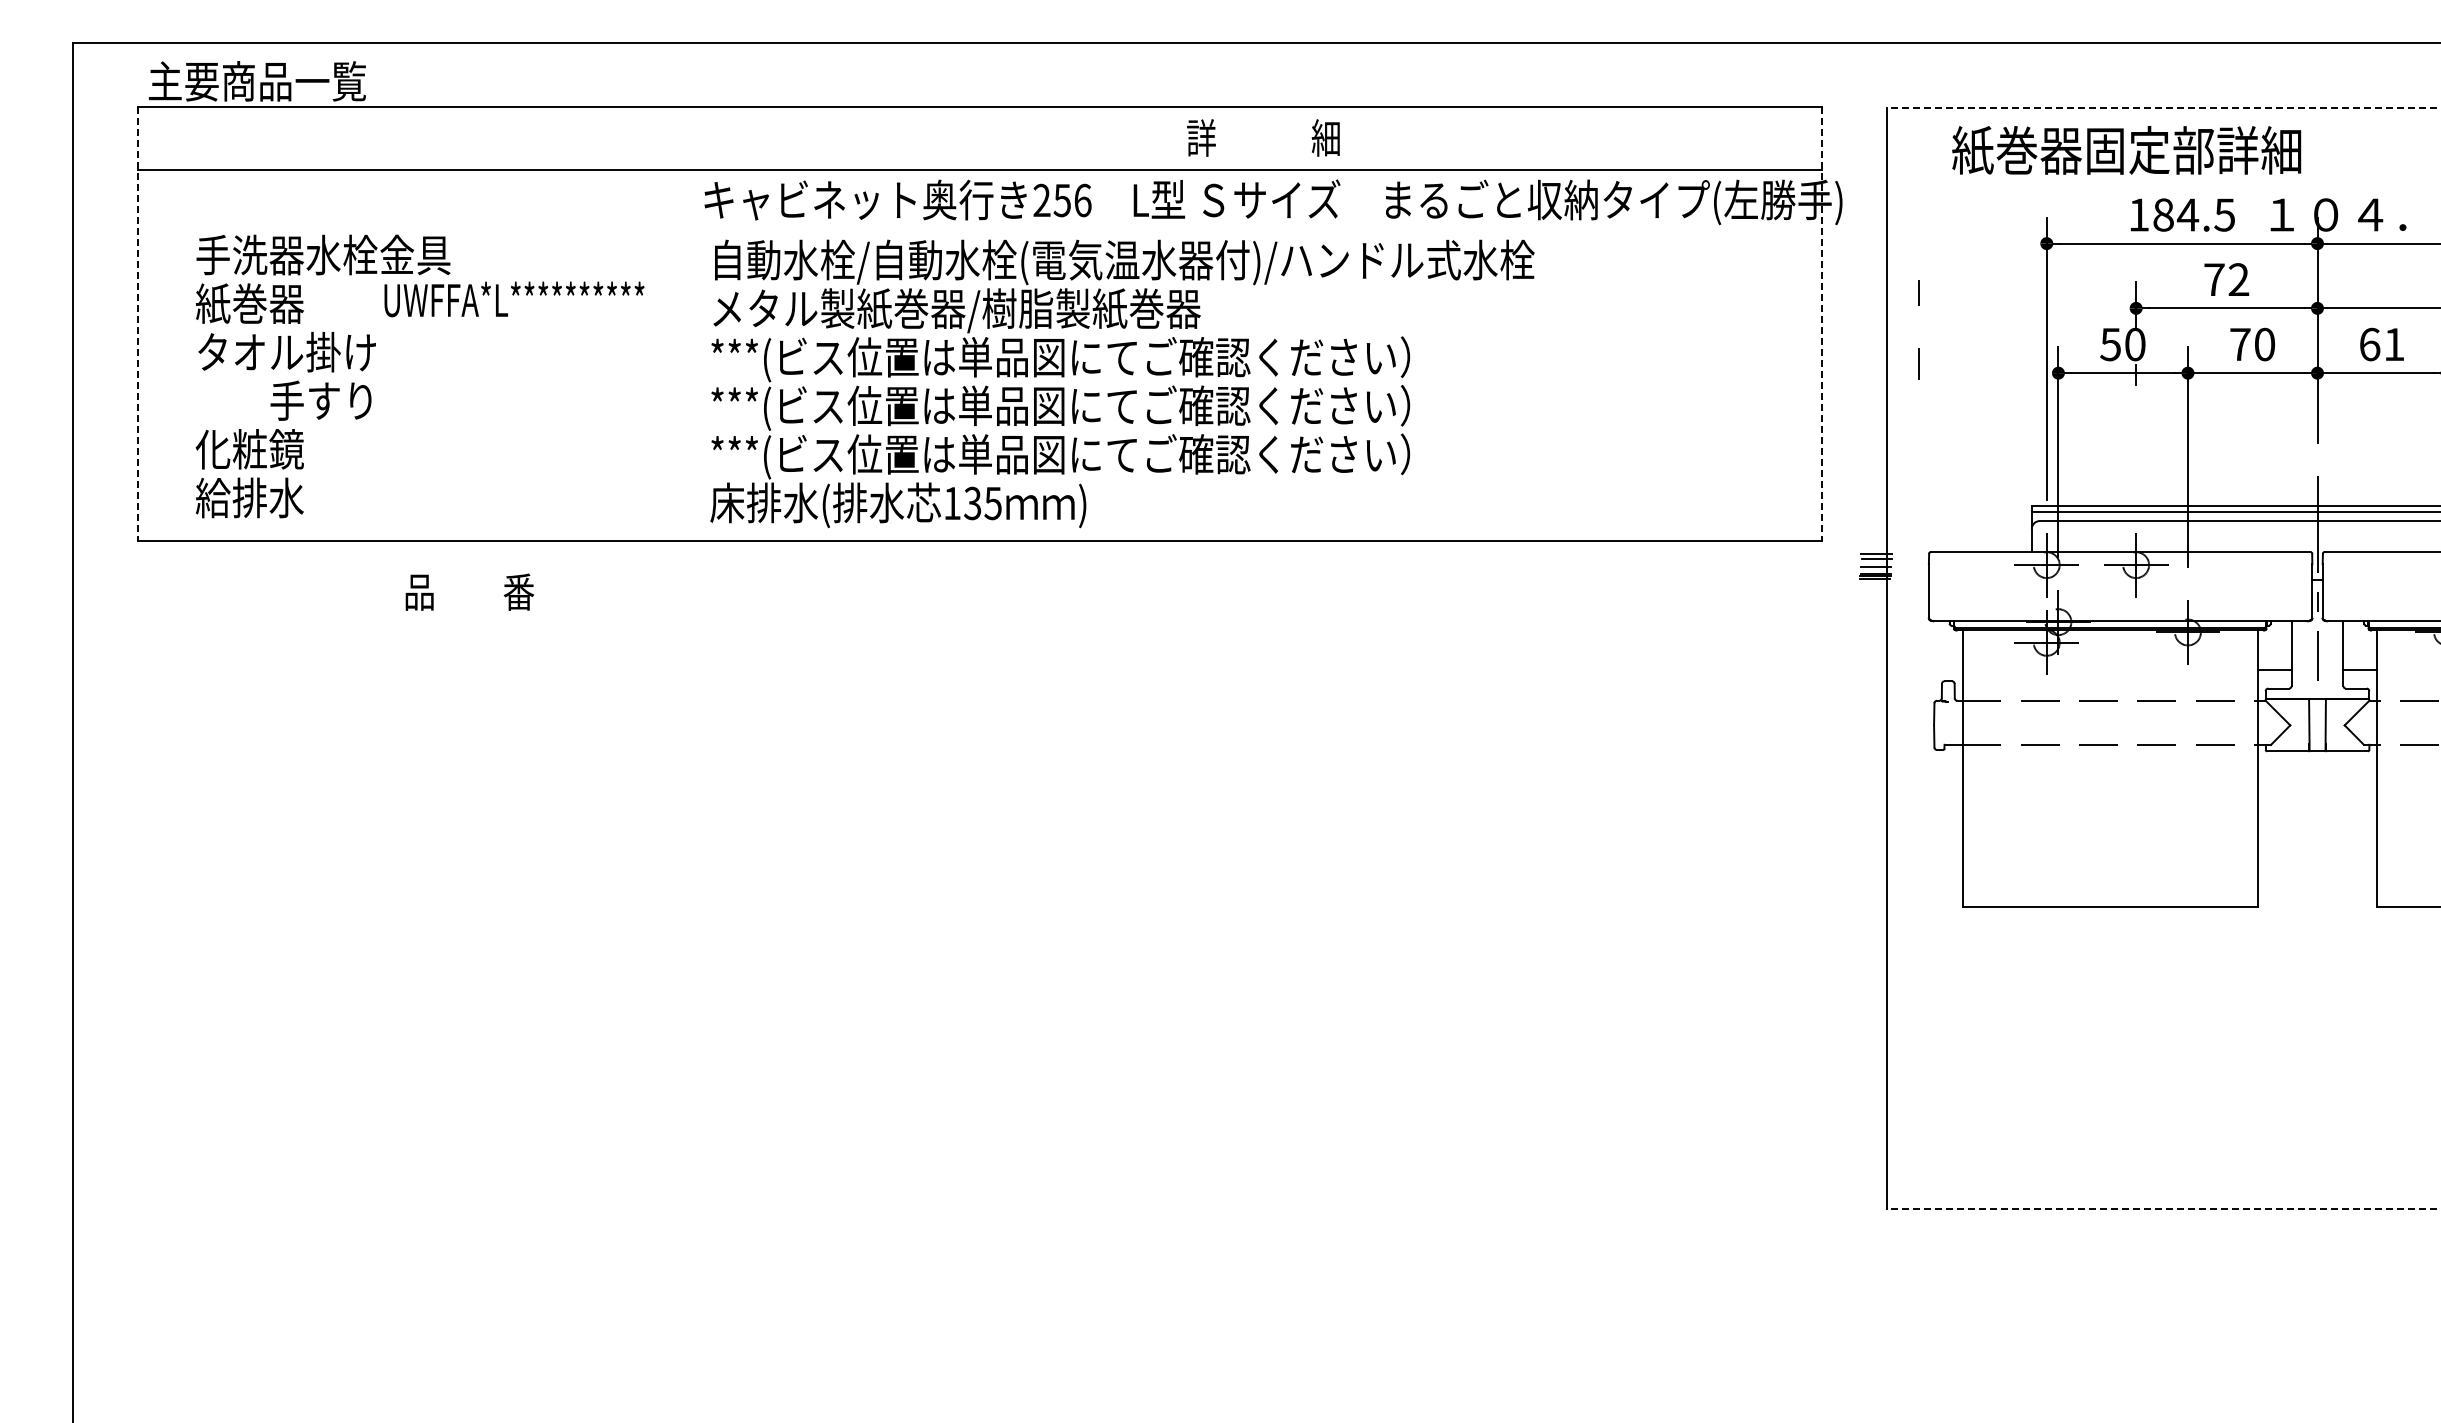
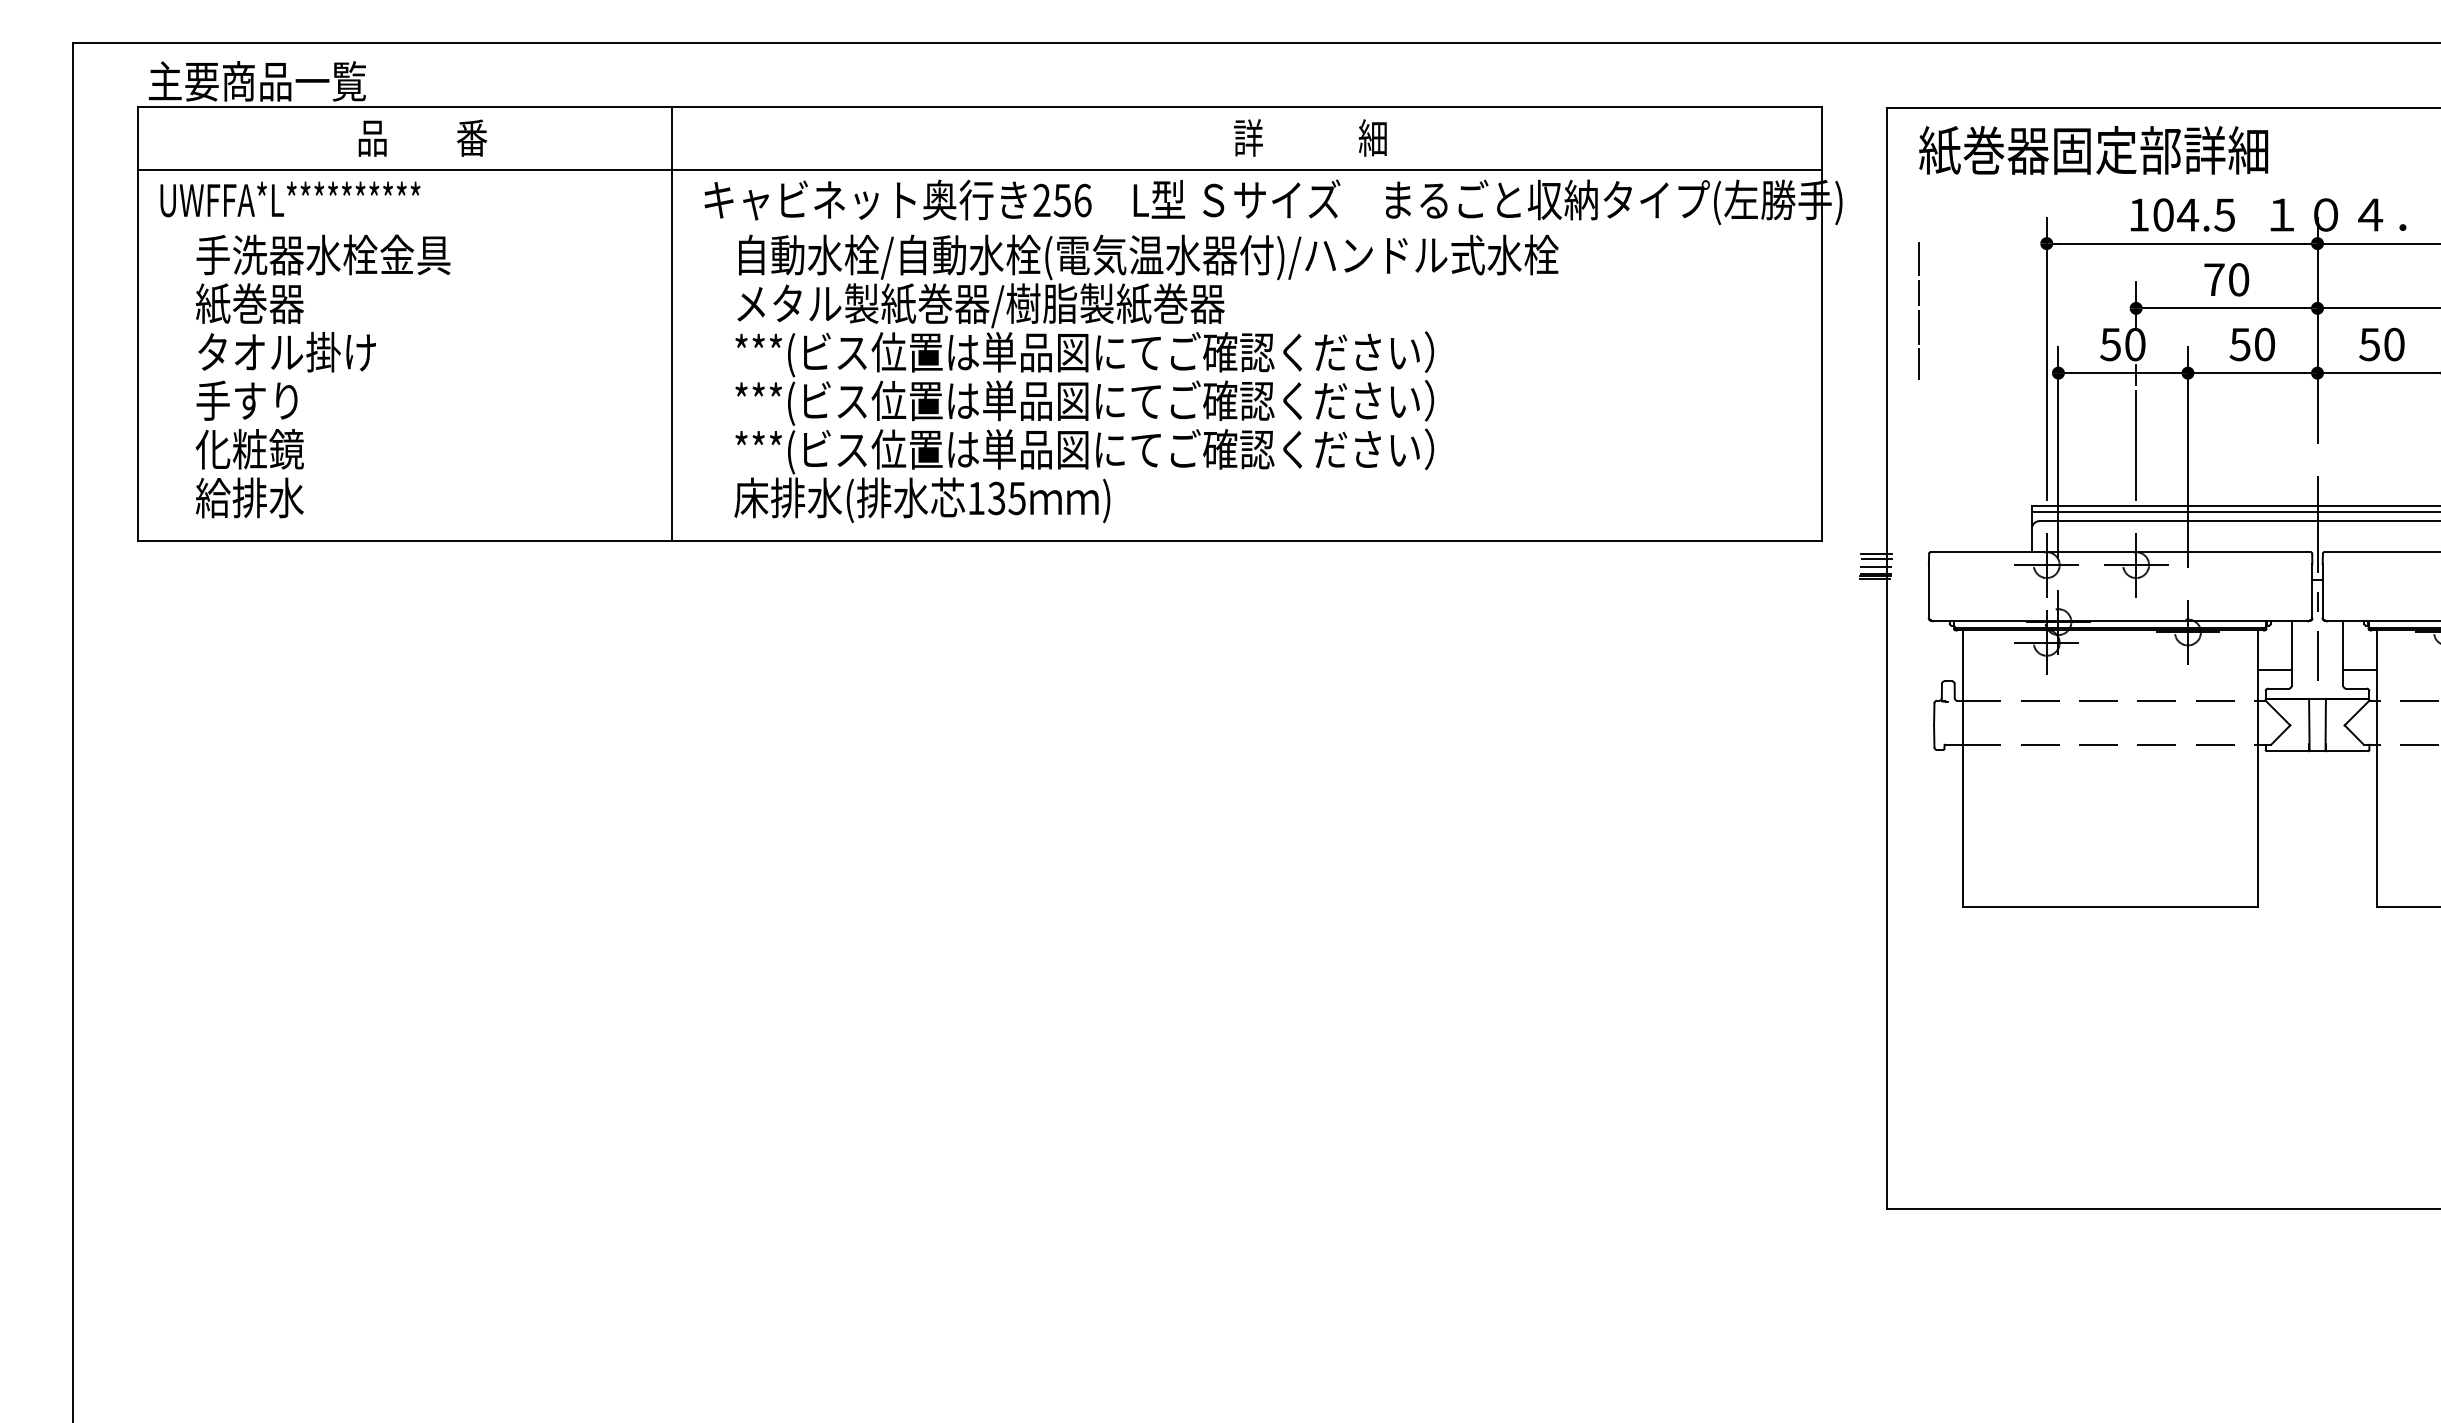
line at (2163, 107): dashed -> solid
text at (1263, 137) position: (1263, 137) -> (1310, 137)
text at (2126, 150) position: (2126, 150) -> (2093, 150)
text at (2163, 214): 184.5 -> 104.5
line at (1919, 258): none -> present
text at (2238, 279): 72 -> 70
text at (514, 299) position: (514, 299) -> (290, 199)
line at (137, 323): dashed -> solid
line at (672, 323): none -> present
line at (1821, 323): dashed -> solid
line at (1919, 327): none -> present
text at (2239, 344): 70 -> 50
text at (2381, 344): 61 -> 50
text at (1122, 383) position: (1122, 383) -> (1146, 378)
text at (320, 400) position: (320, 400) -> (246, 400)
line at (2136, 444): none -> present
text at (469, 591) position: (469, 591) -> (422, 137)
line at (2163, 1208): dashed -> solid
